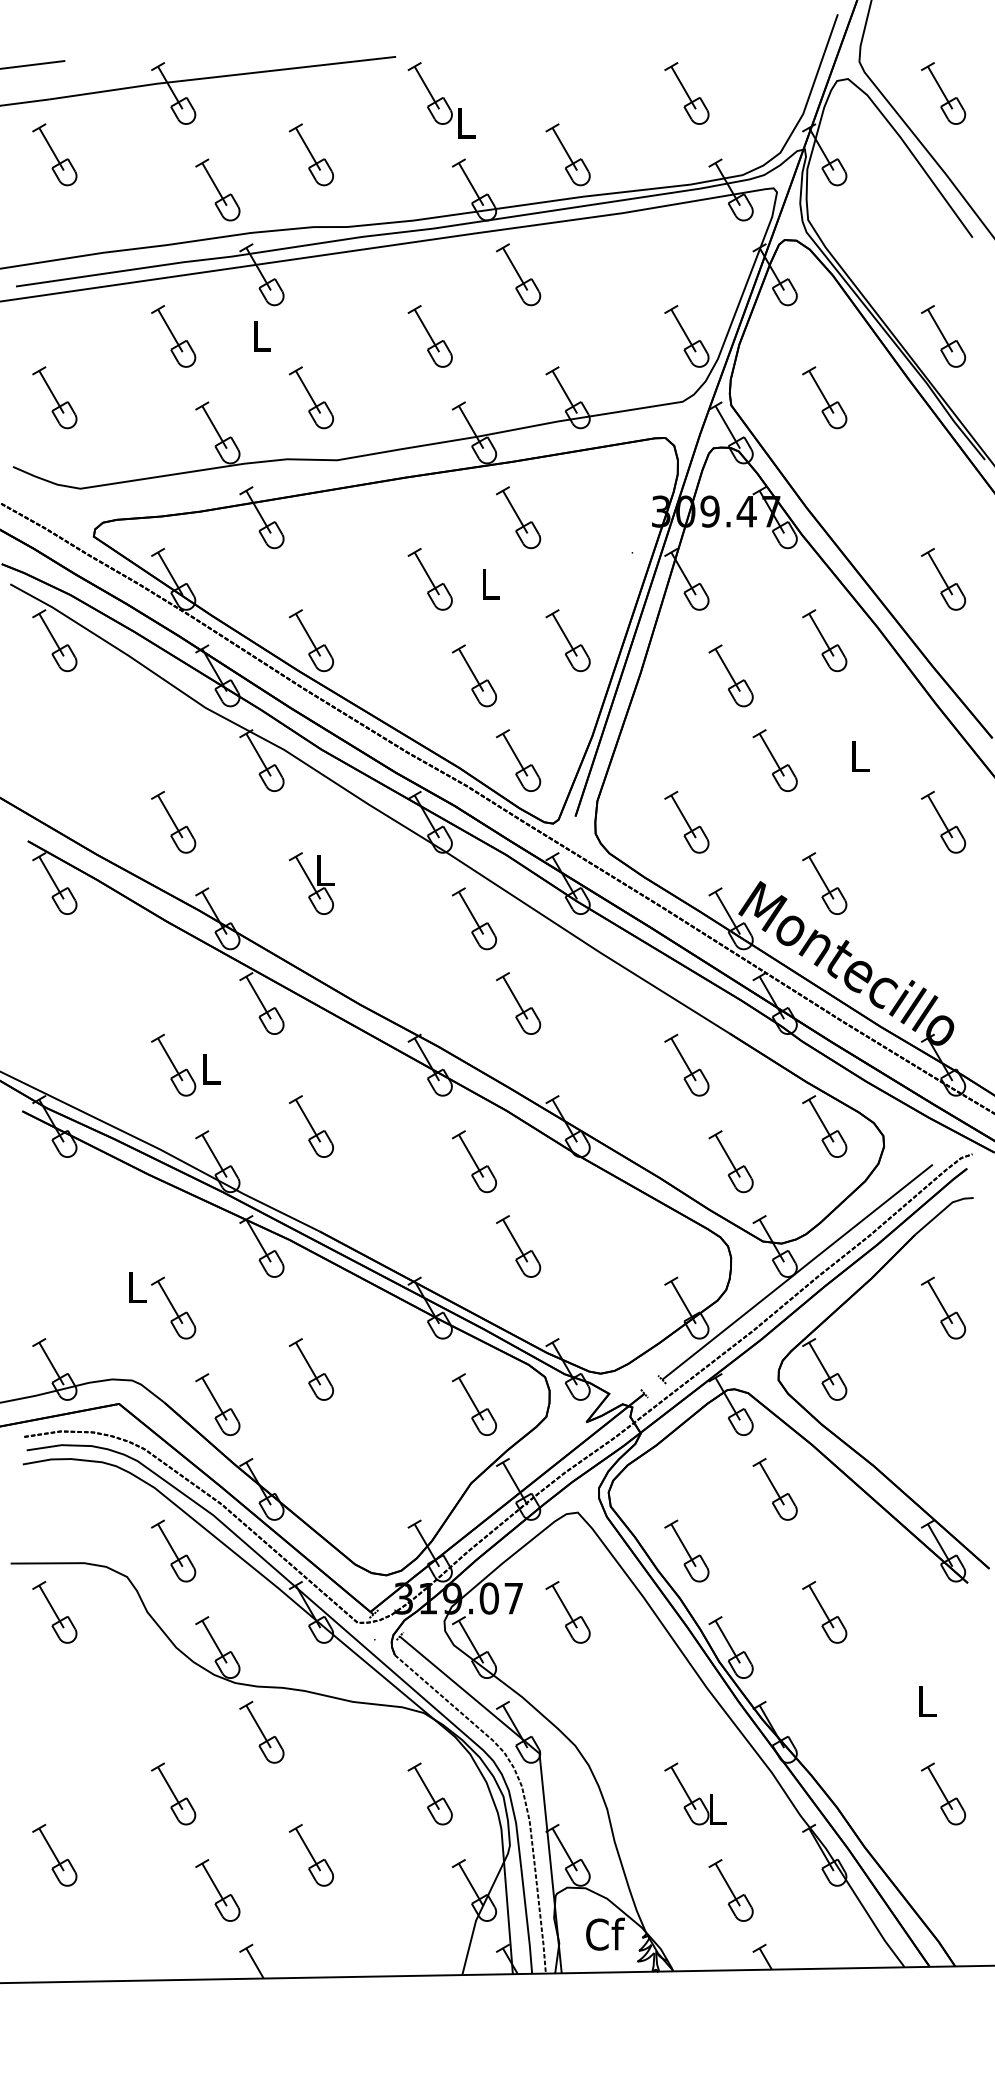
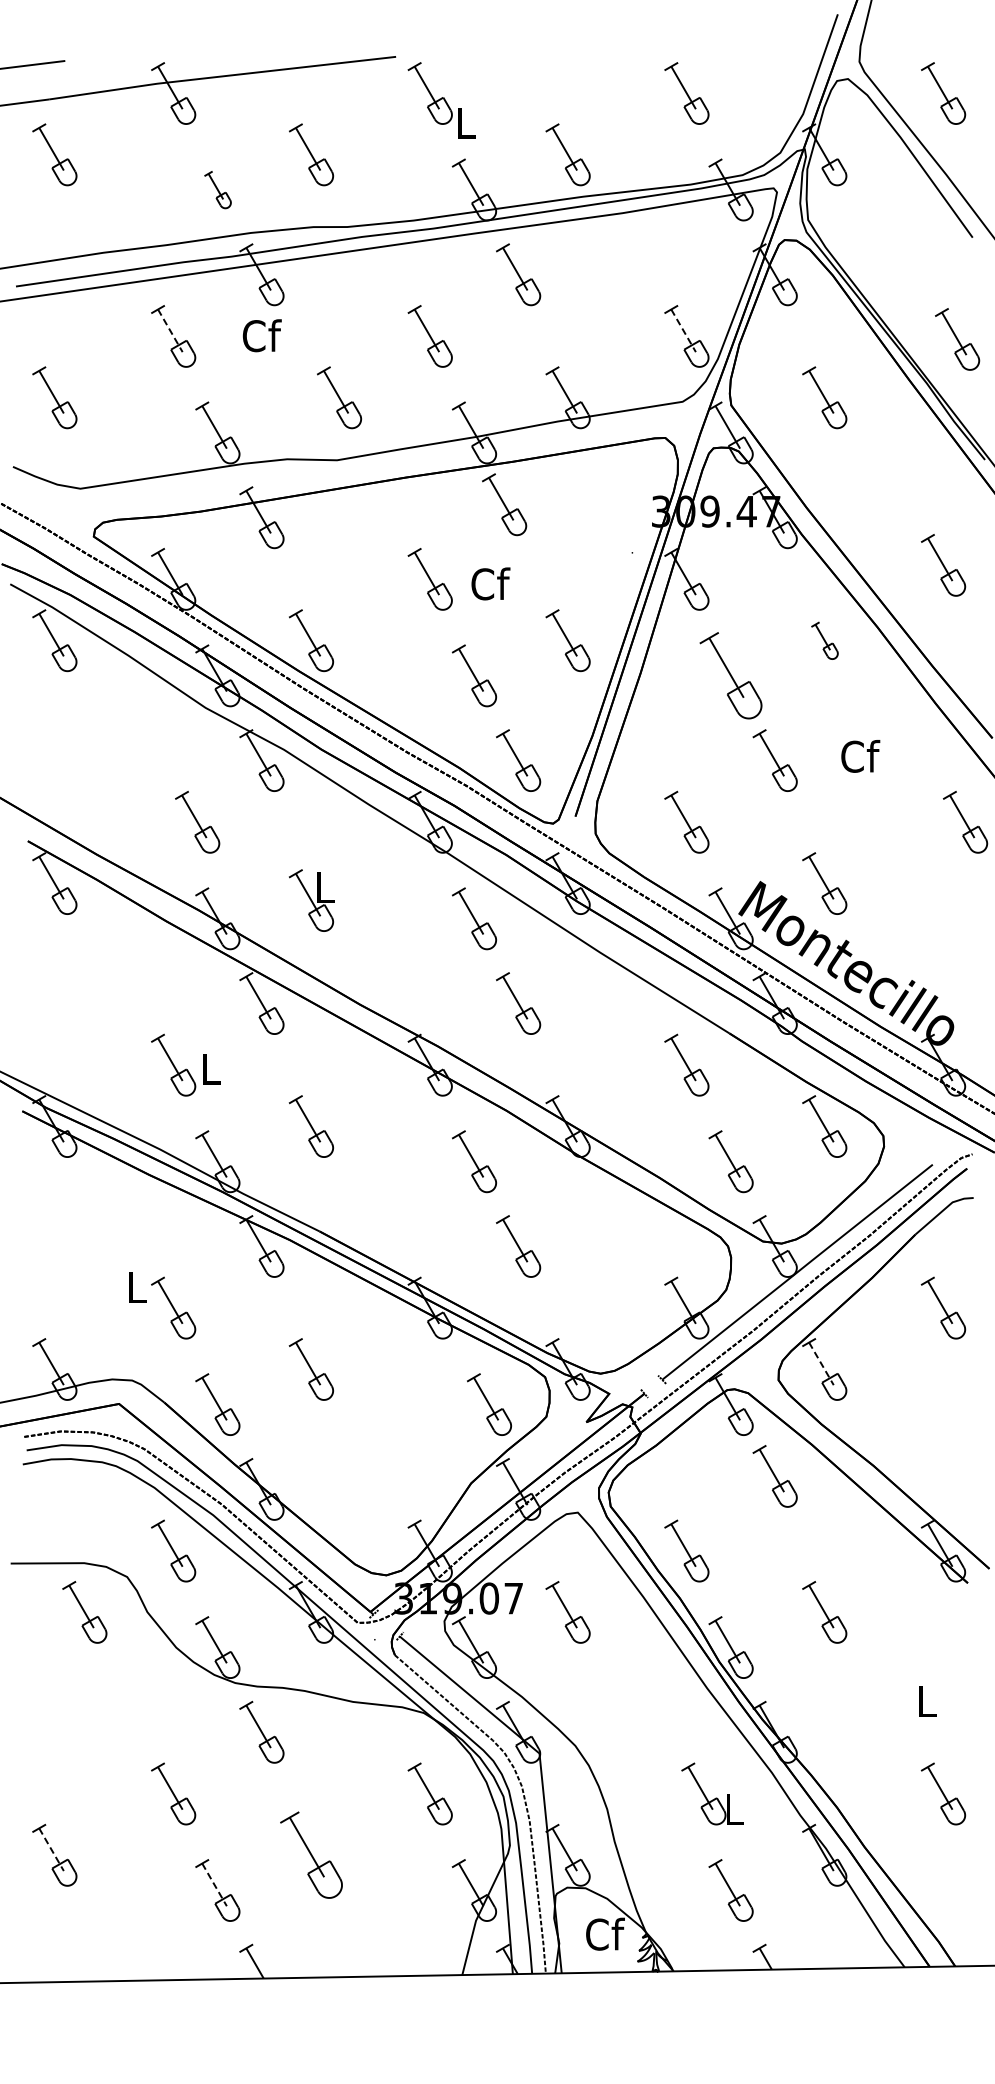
part at (217, 189) size: 46x64 px -> 28x39 px
line at (170, 330): solid -> dashed
line at (683, 330): solid -> dashed
text at (261, 335): L -> Cf
part at (943, 336) position: (943, 336) -> (957, 339)
part at (311, 397) position: (311, 397) -> (339, 397)
part at (518, 517) position: (518, 517) -> (504, 504)
part at (943, 579) position: (943, 579) -> (943, 565)
text at (490, 583): L -> Cf
part at (824, 640) size: 46x64 px -> 28x39 px
part at (730, 675) size: 46x64 px -> 64x88 px
text at (860, 756): L -> Cf
part at (173, 821) position: (173, 821) -> (197, 821)
part at (943, 822) position: (943, 822) -> (965, 822)
part at (311, 883) position: (311, 883) -> (311, 900)
line at (821, 1363): solid -> dashed
part at (474, 1404) position: (474, 1404) -> (489, 1404)
part at (774, 1489) position: (774, 1489) -> (774, 1476)
part at (54, 1612) position: (54, 1612) -> (84, 1612)
part at (695, 1793) position: (695, 1793) -> (712, 1793)
line at (51, 1849): solid -> dashed
part at (310, 1855) size: 46x63 px -> 63x88 px
line at (214, 1884): solid -> dashed
